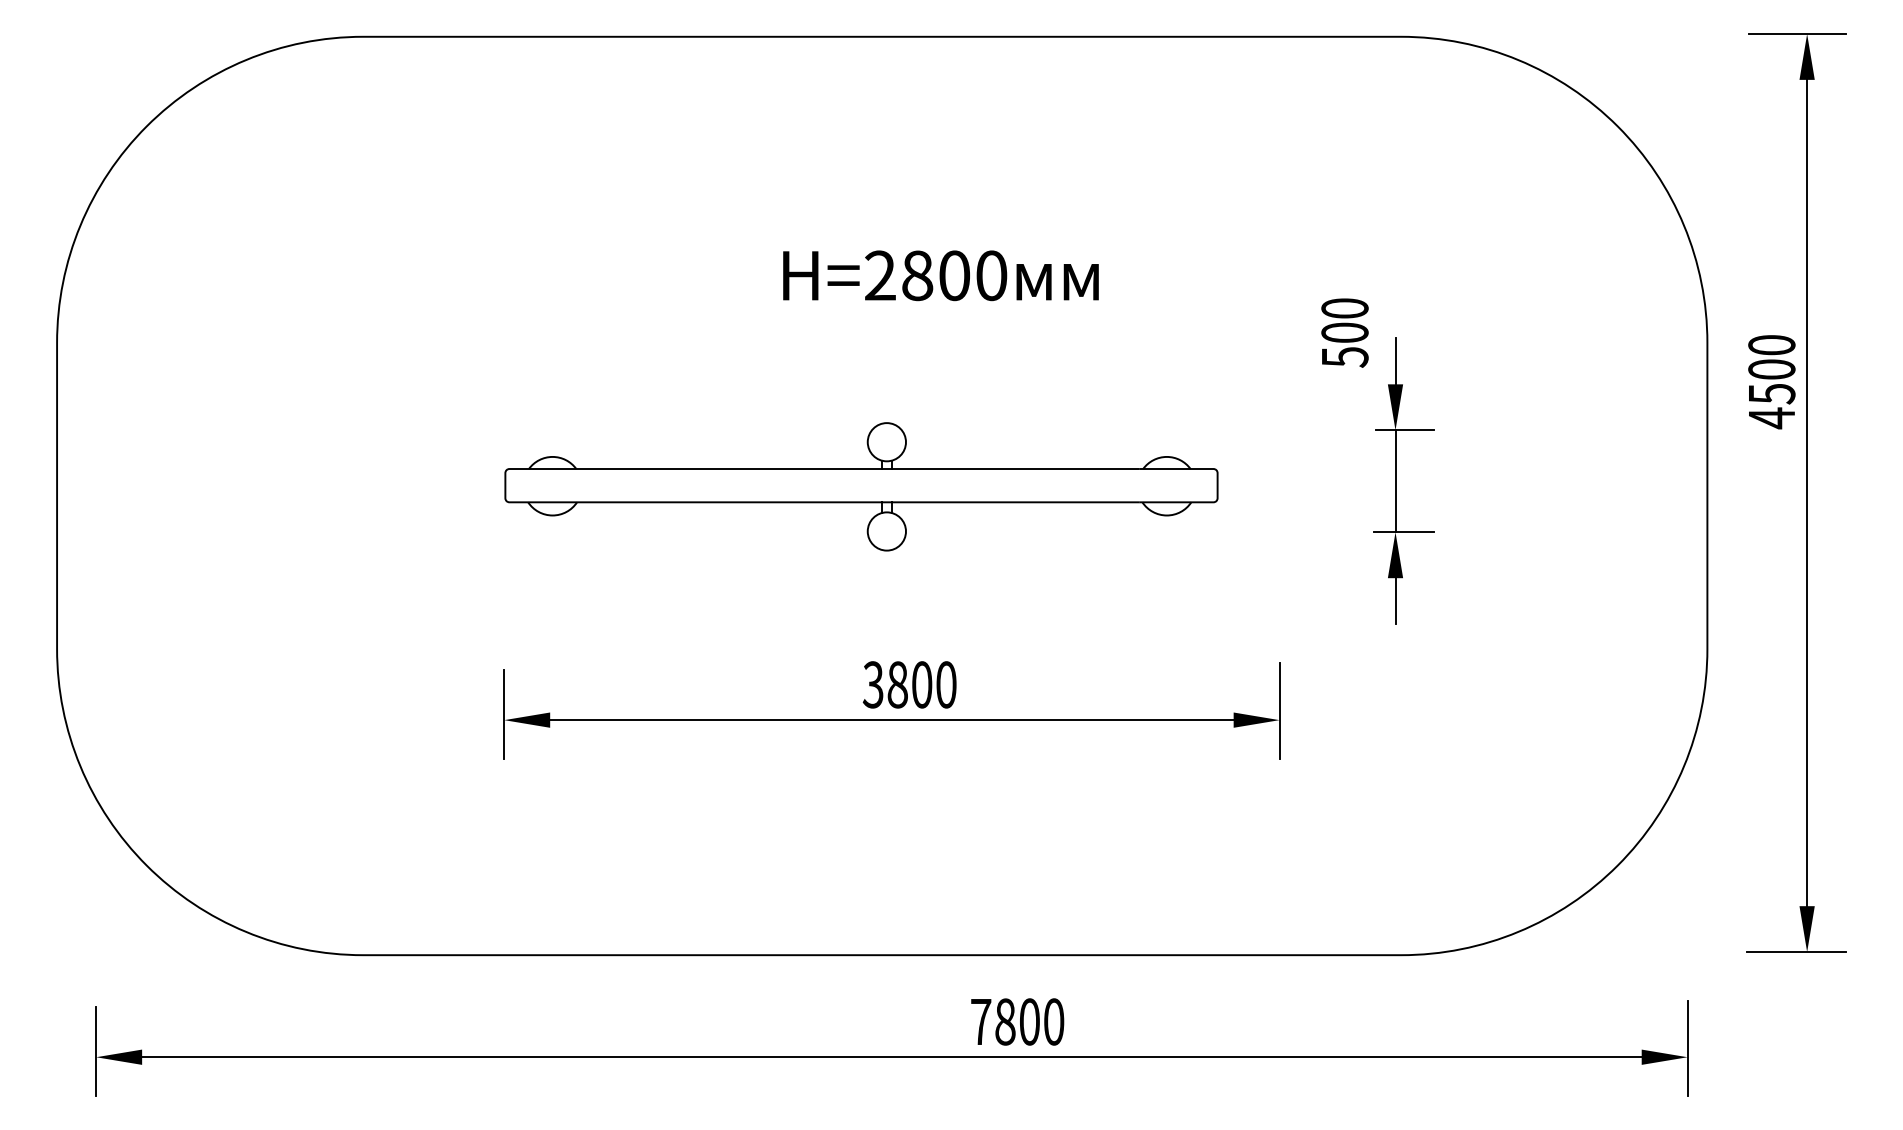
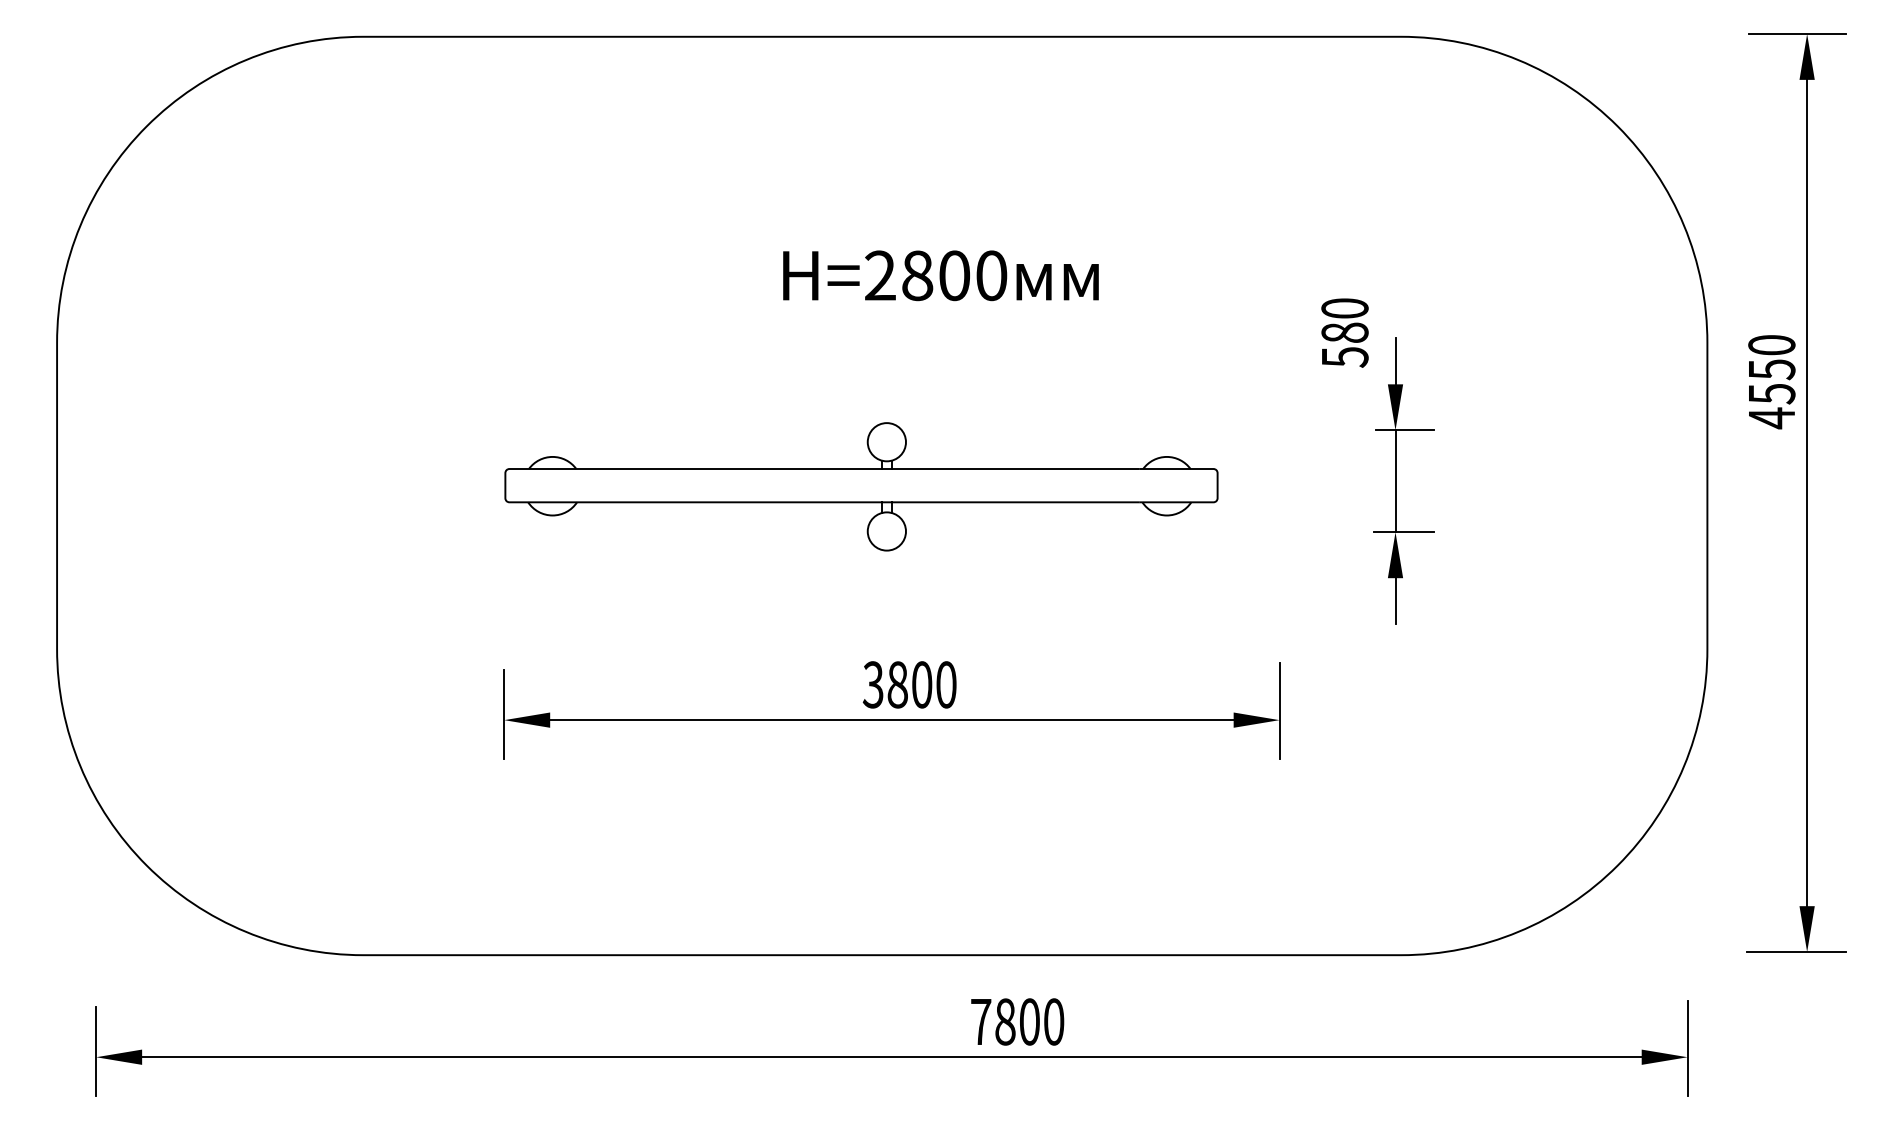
text at (1344, 332): 500 -> 580
text at (1771, 369): 4500 -> 4550
